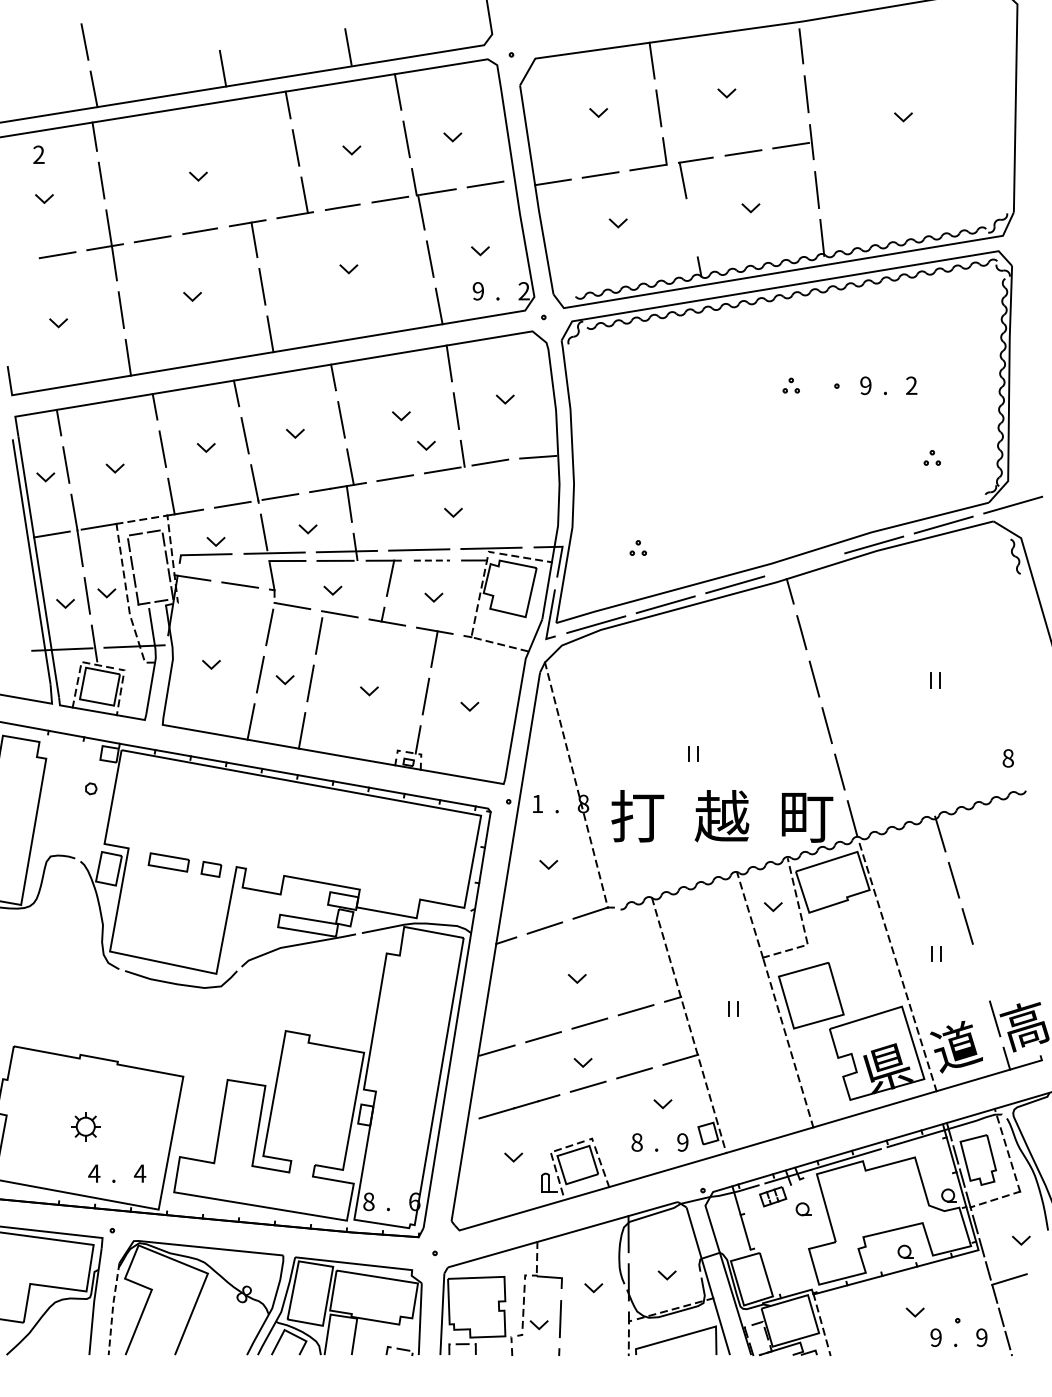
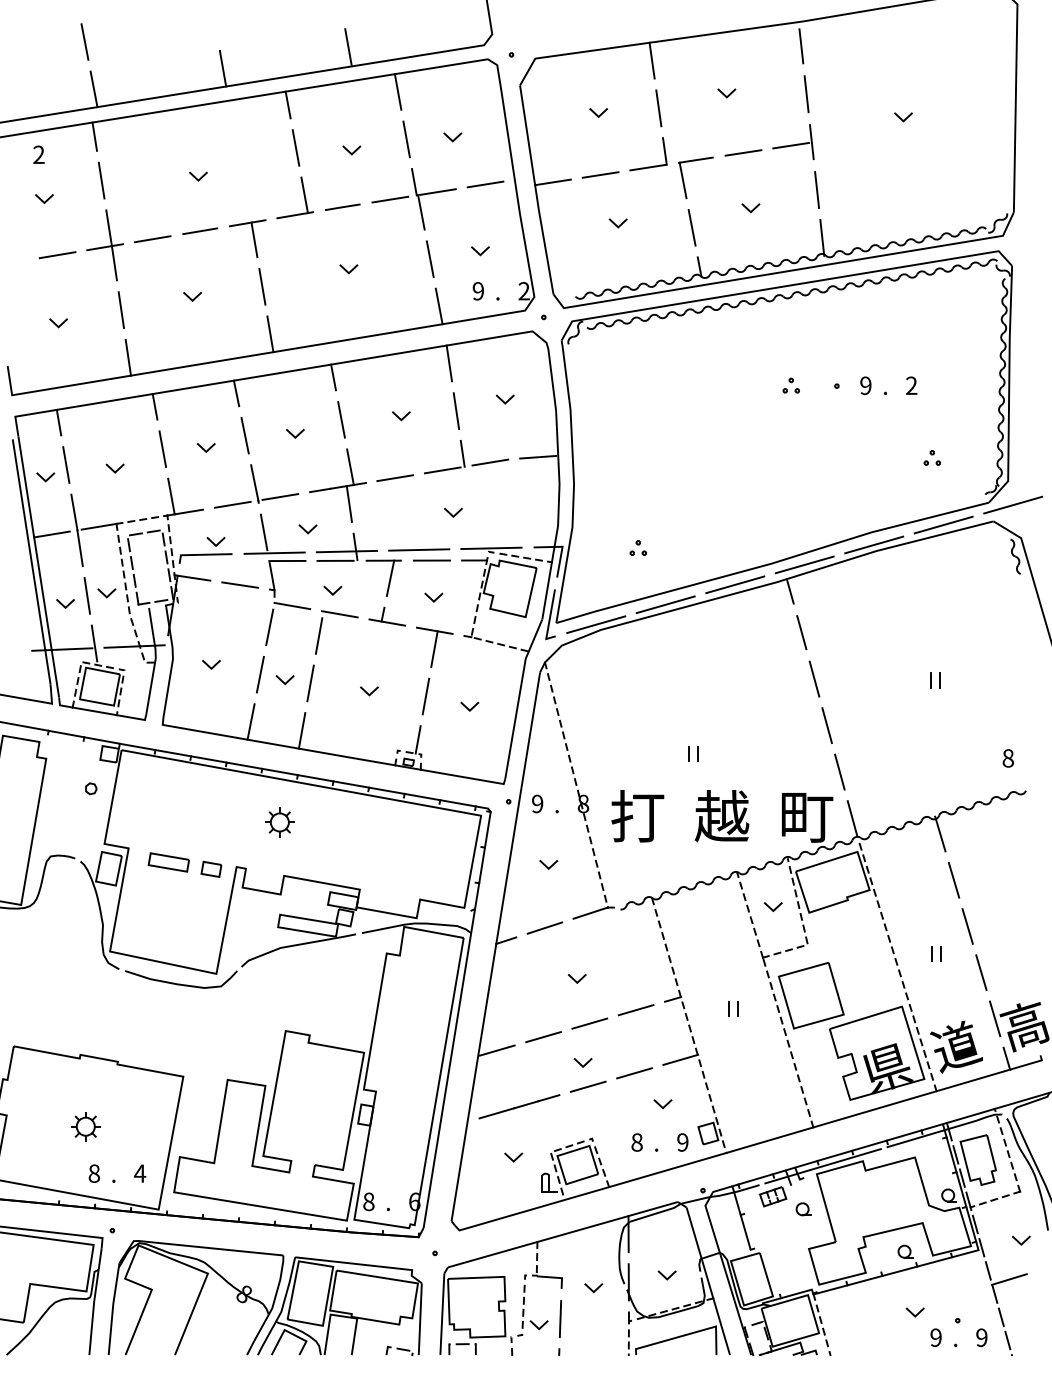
line at (691, 227): none -> present
line at (424, 446): present -> none
line at (432, 560): dashed -> solid
line at (804, 564): none -> present
text at (537, 803): 1 -> 9
part at (279, 822): none -> present
line at (981, 972): none -> present
text at (94, 1173): 4 -> 8
line at (112, 1308): dashed -> solid
